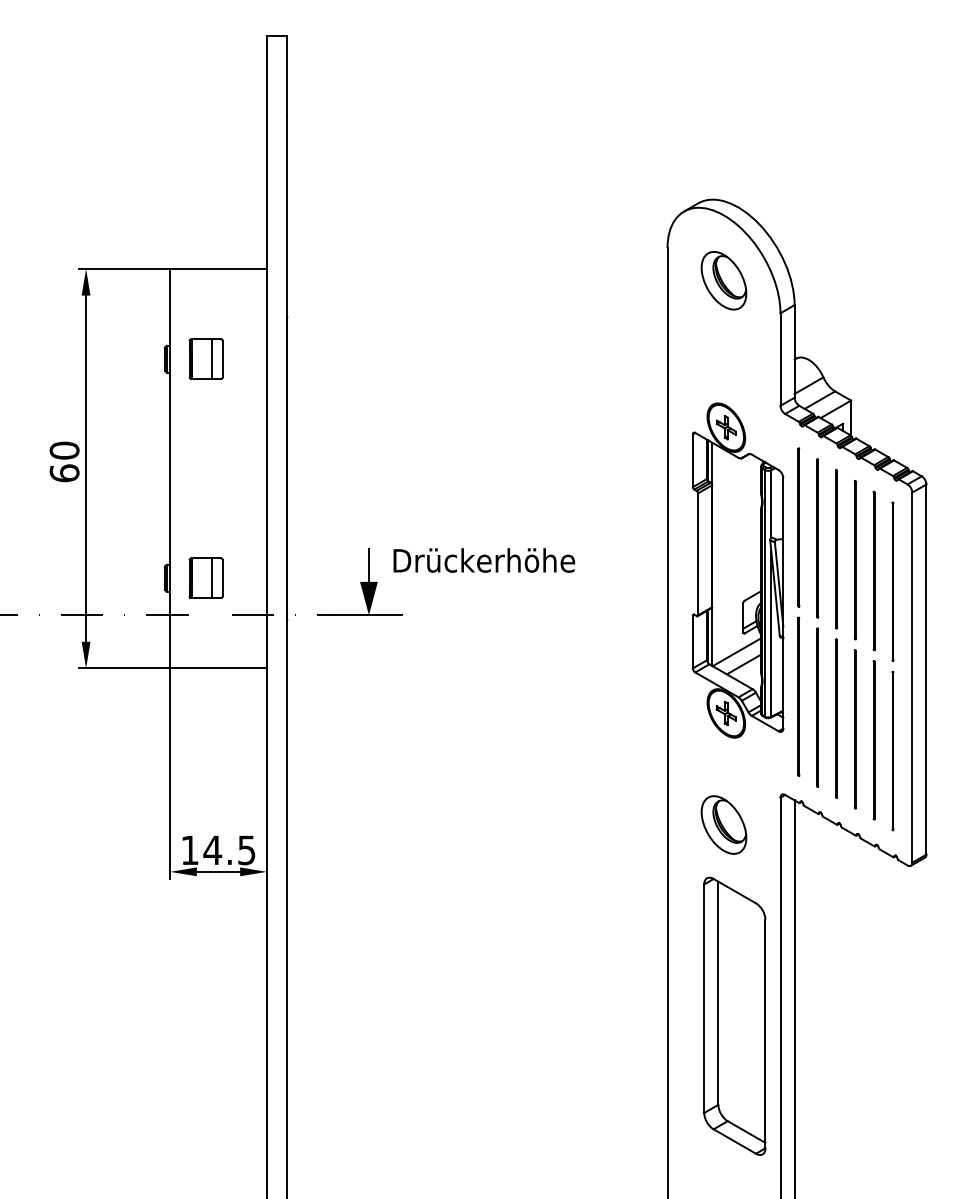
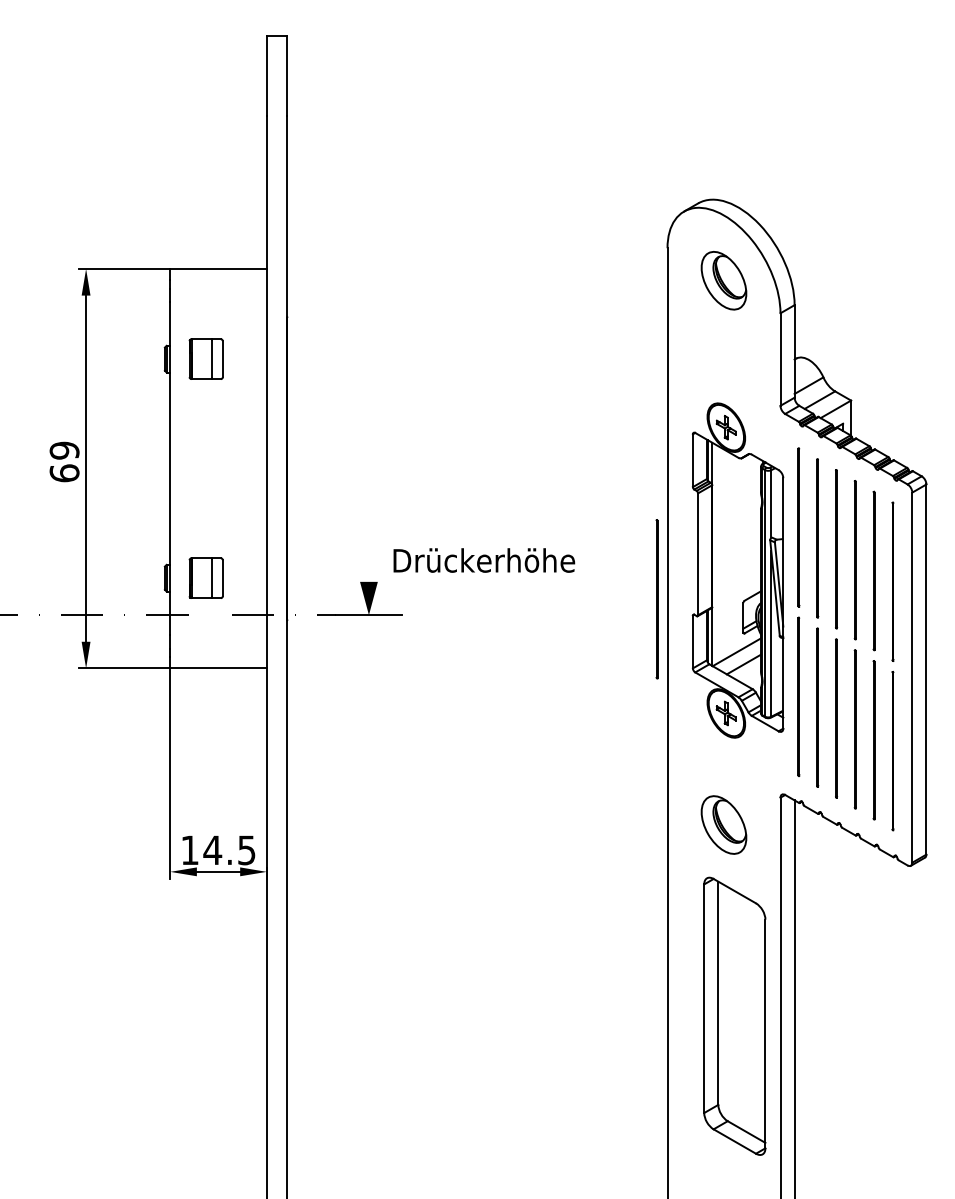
text at (64, 450): 60 -> 69
line at (368, 564): present -> none
line at (656, 599): none -> present
